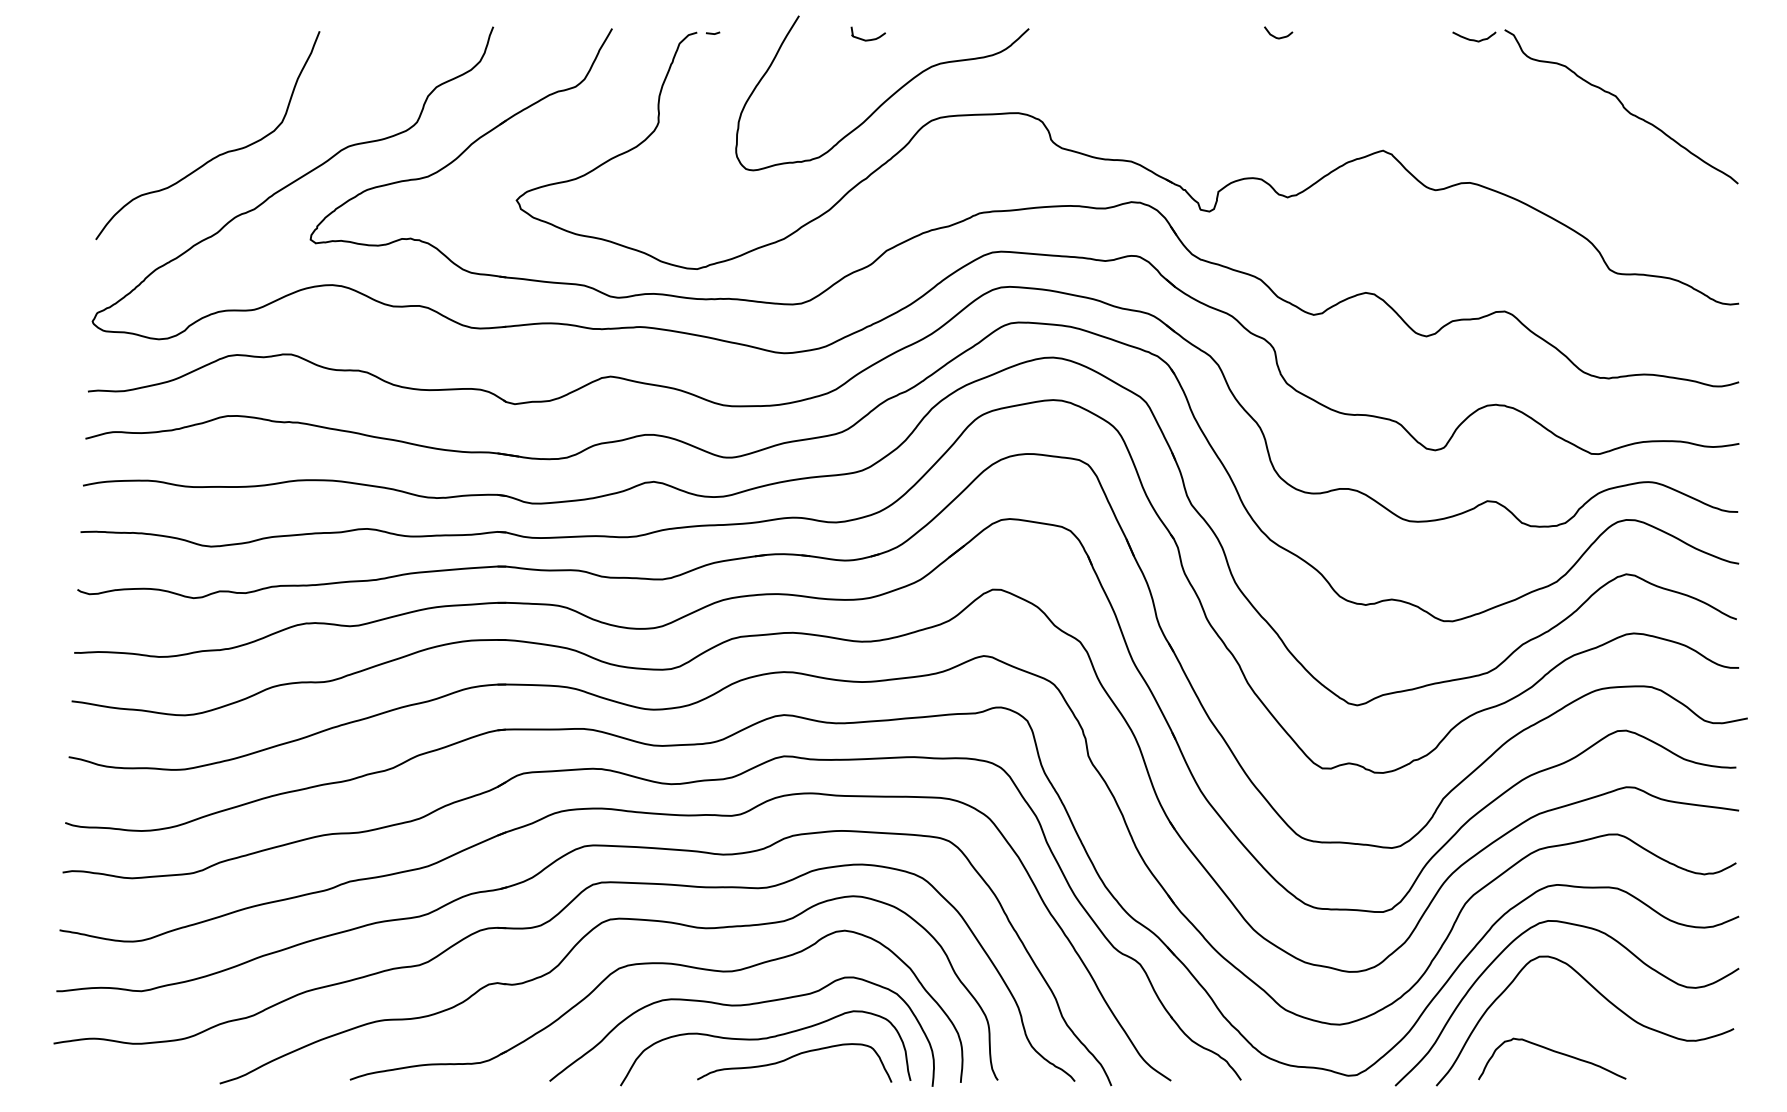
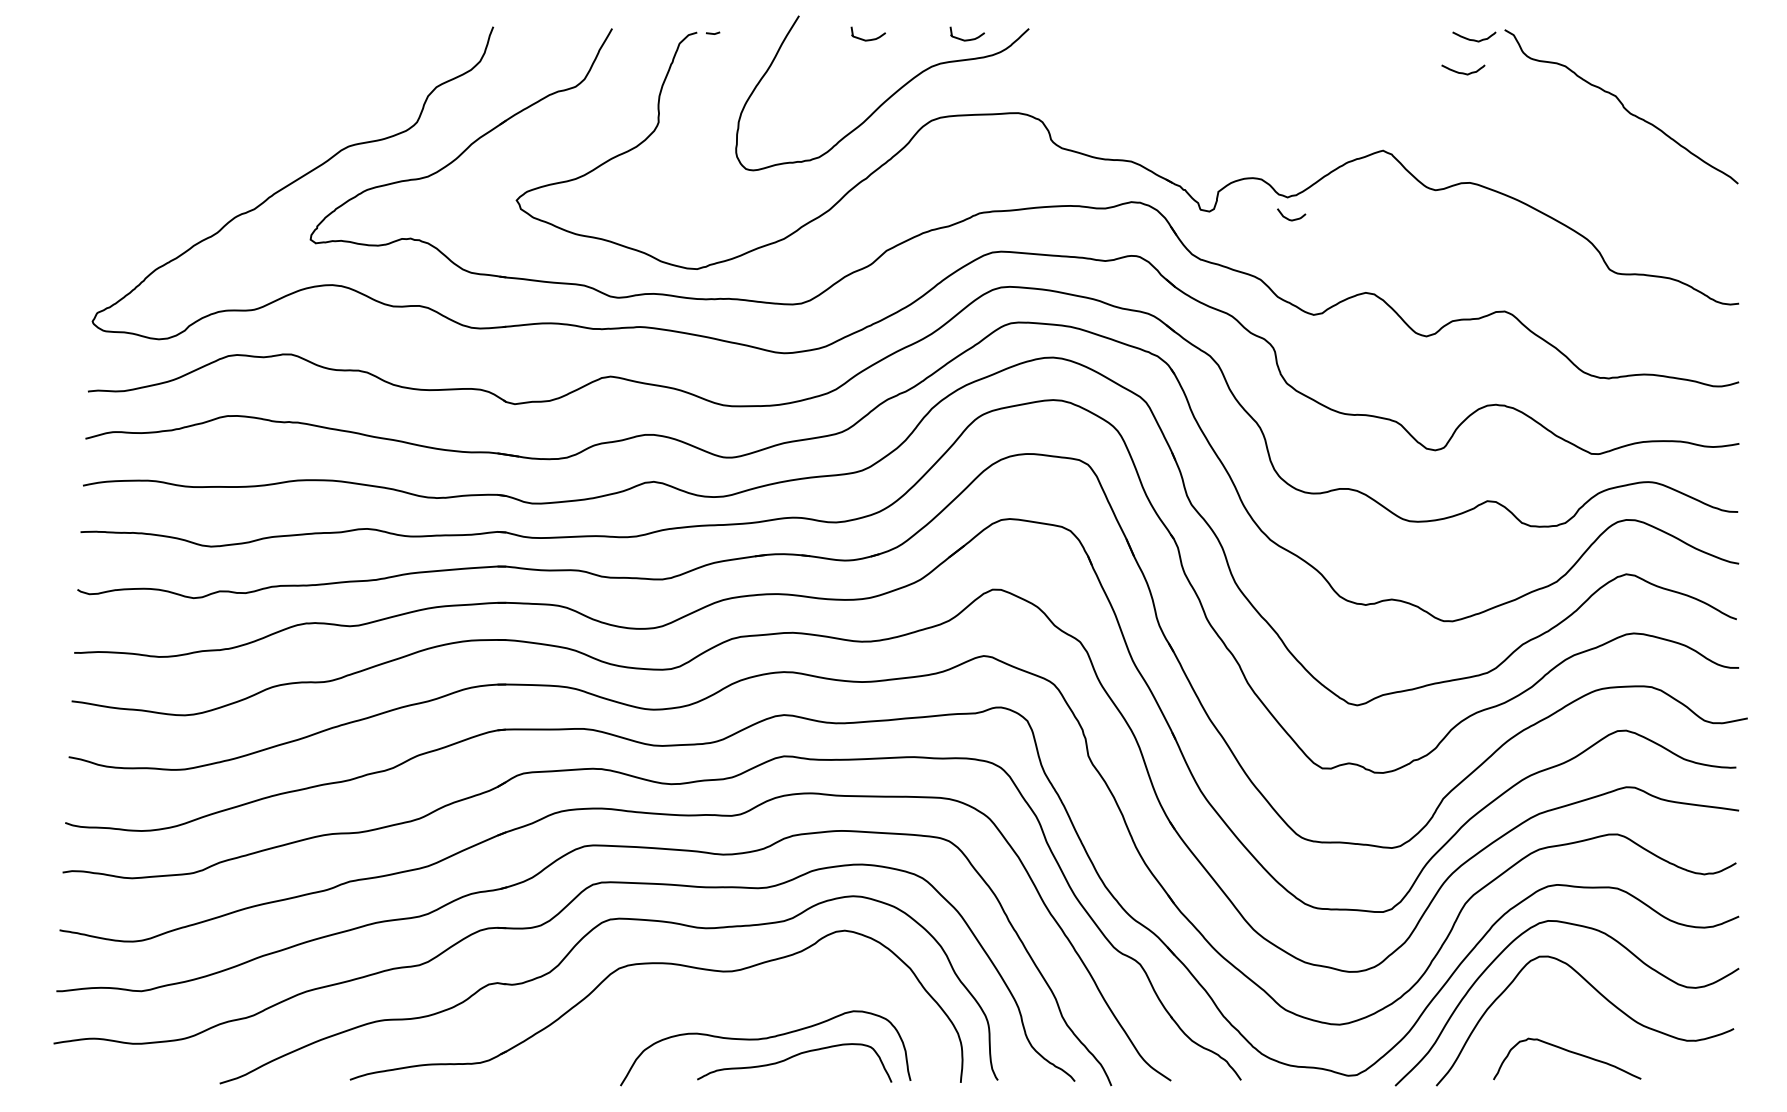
curve at (1274, 35) position: (1274, 35) -> (1287, 217)
curve at (966, 39): none -> present
curve at (1463, 72): none -> present
curve at (216, 155): present -> none
curve at (741, 1006): present -> none
curve at (1554, 1052) position: (1554, 1052) -> (1569, 1052)
